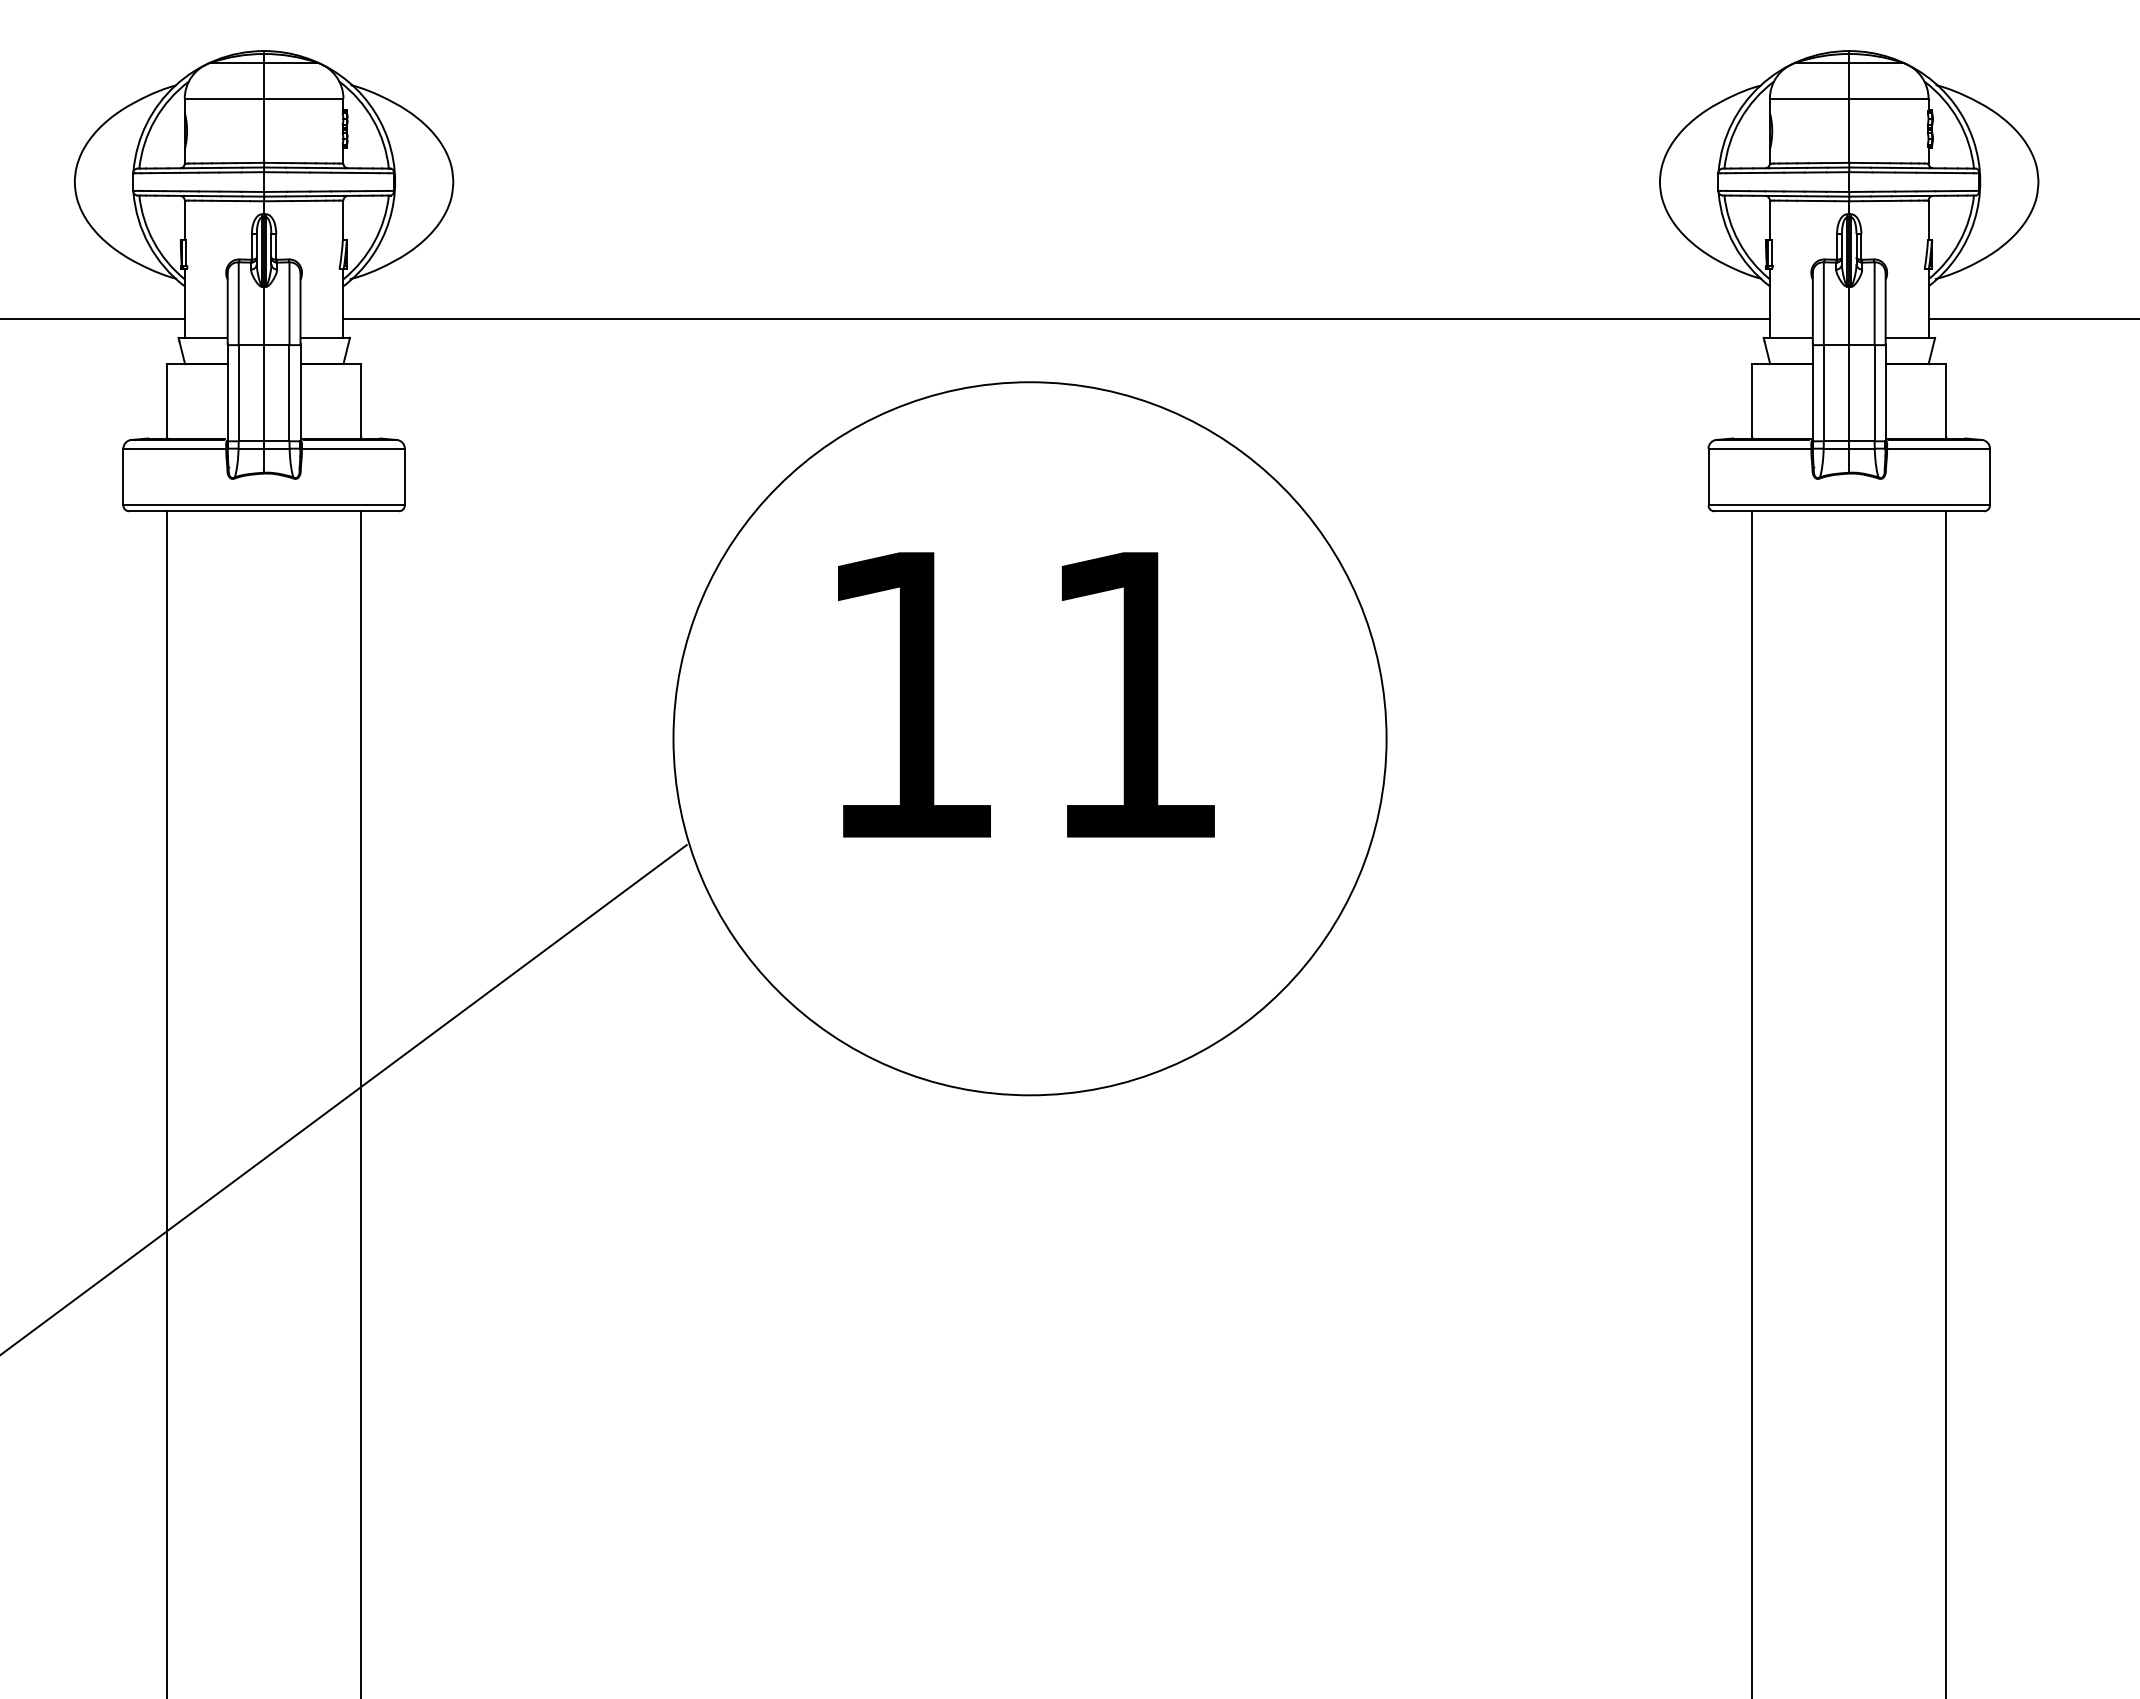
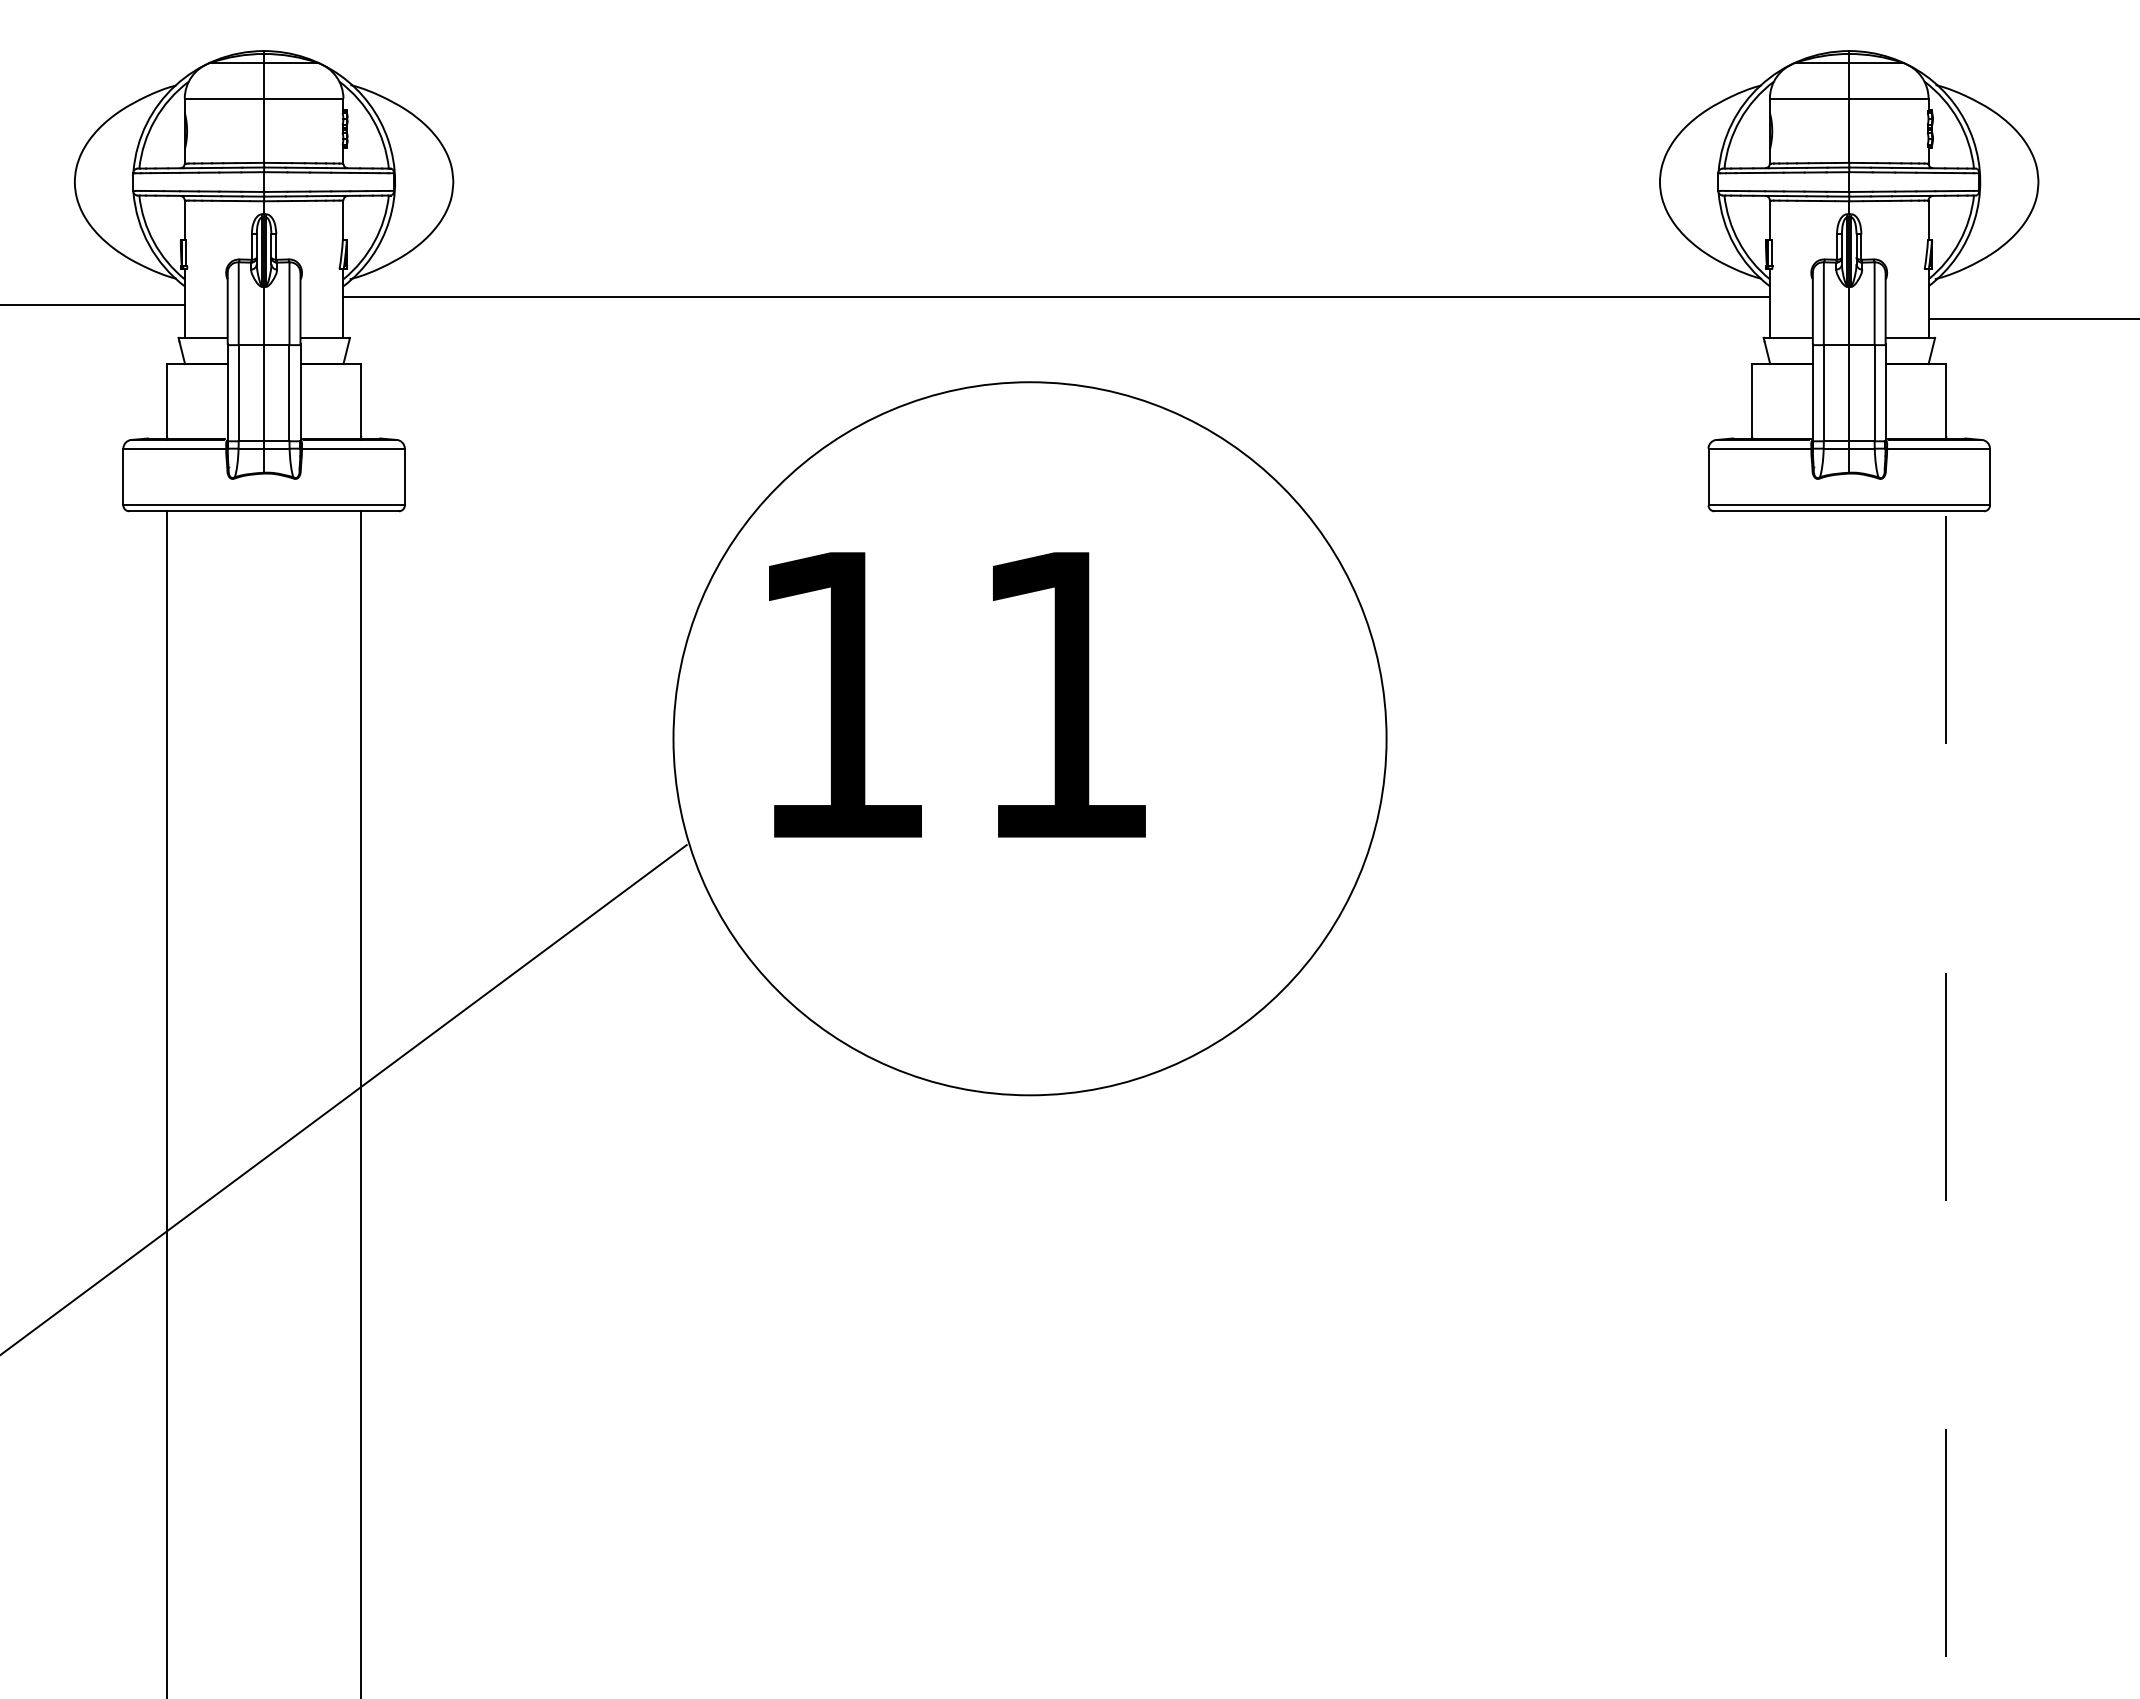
line at (93, 318) position: (93, 318) -> (93, 304)
line at (1056, 318) position: (1056, 318) -> (1056, 296)
text at (1026, 694) position: (1026, 694) -> (957, 694)
line at (1752, 1103): present -> none
line at (1946, 1104): solid -> dashed
